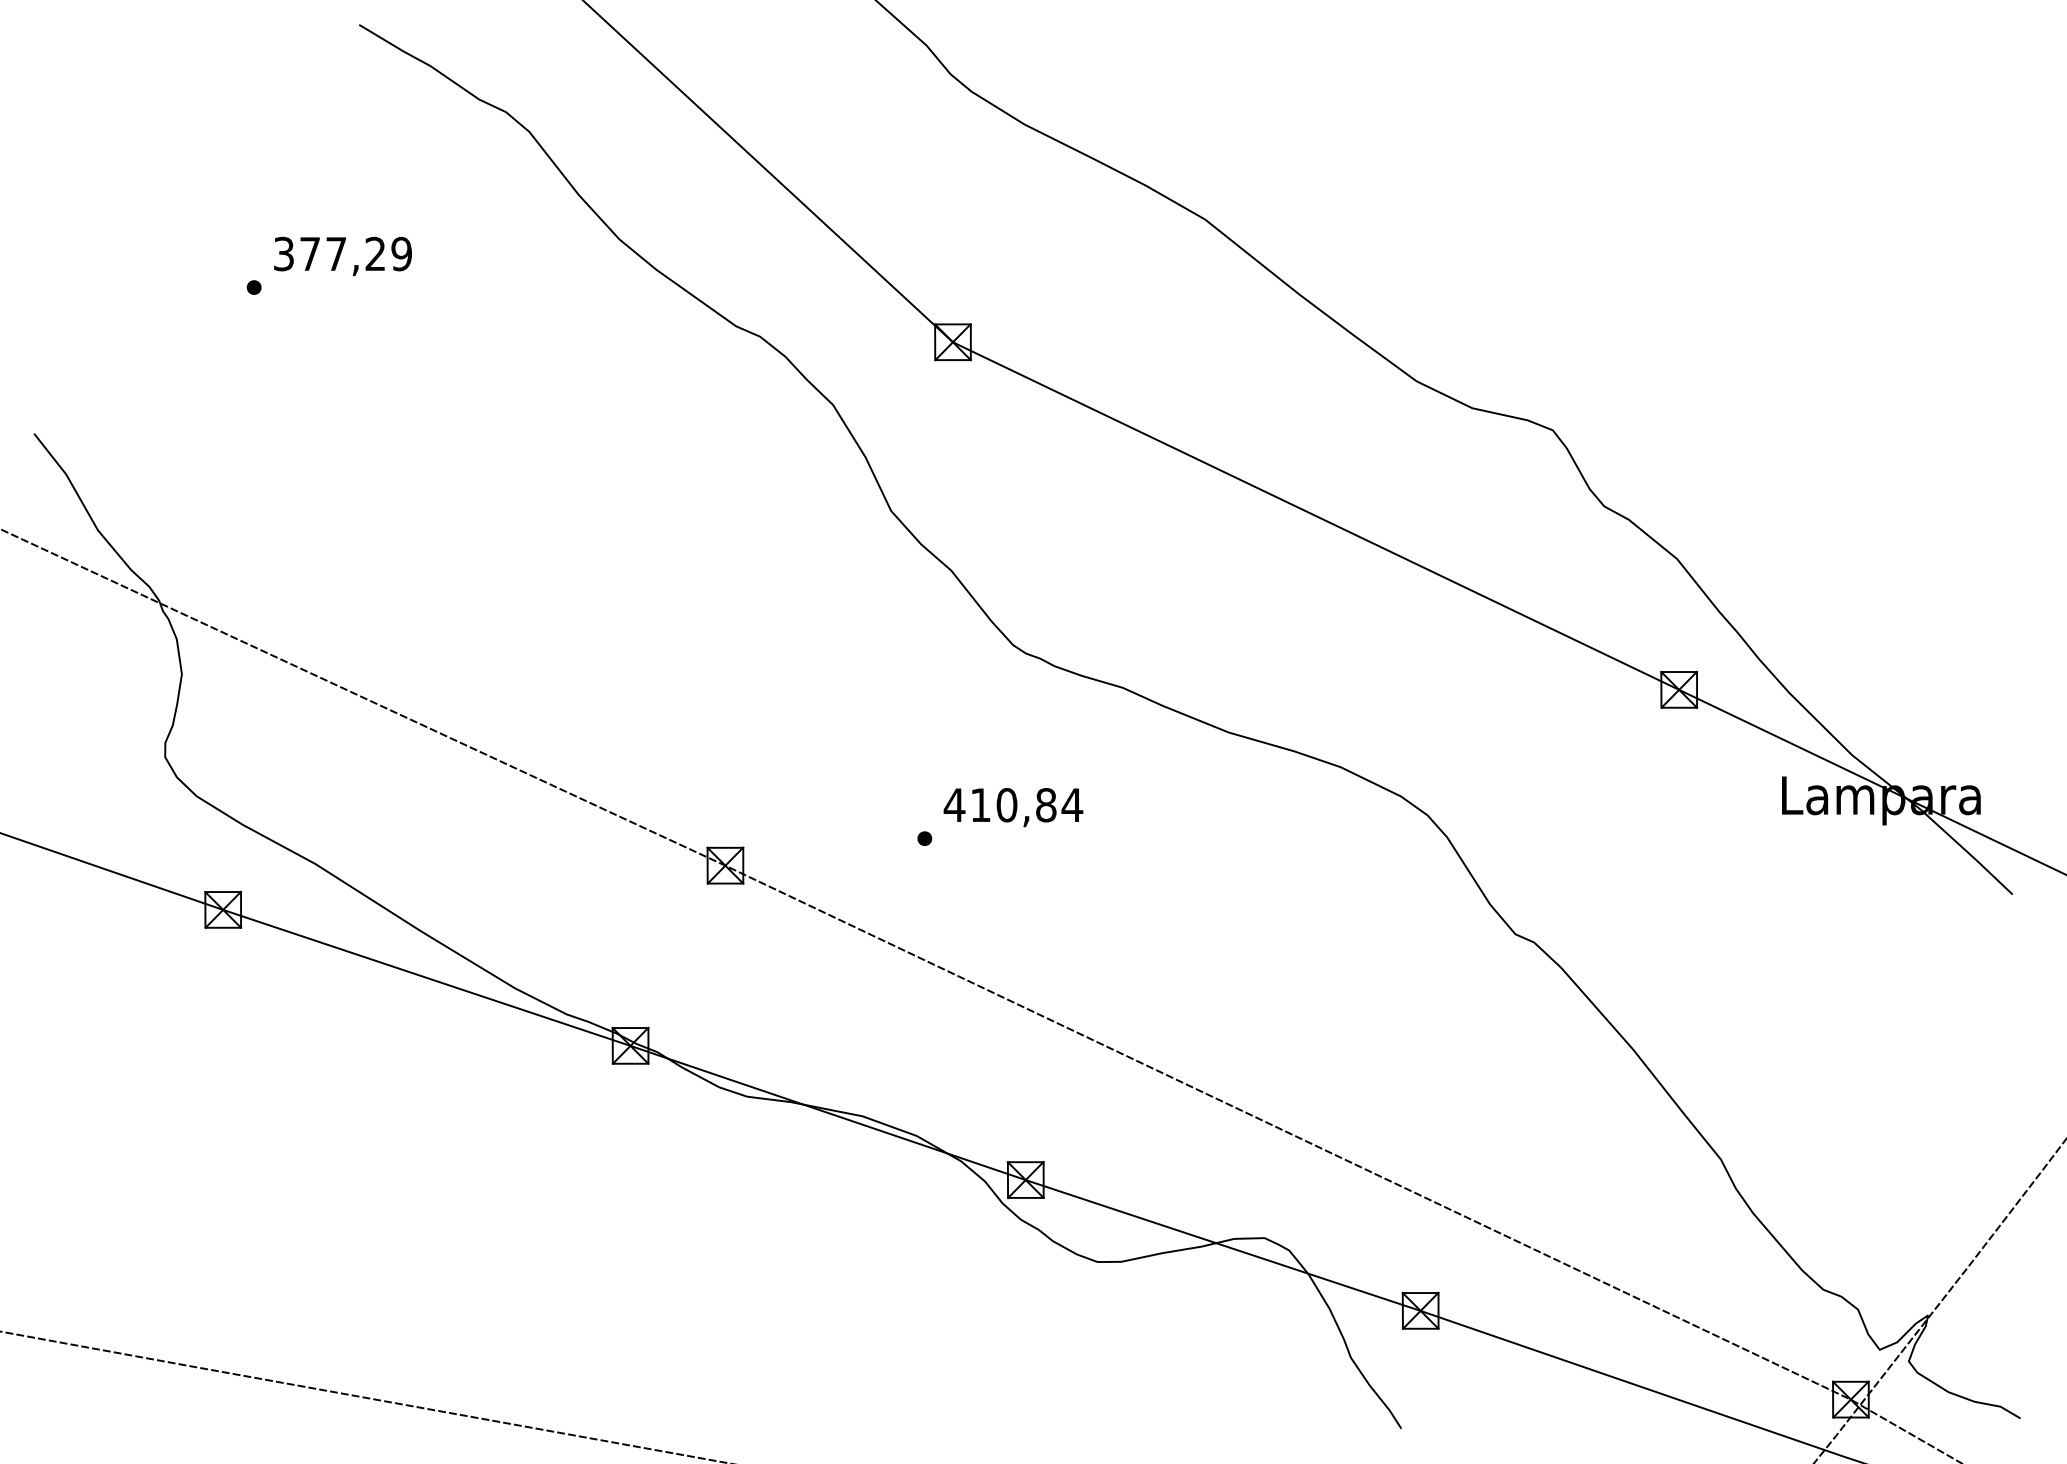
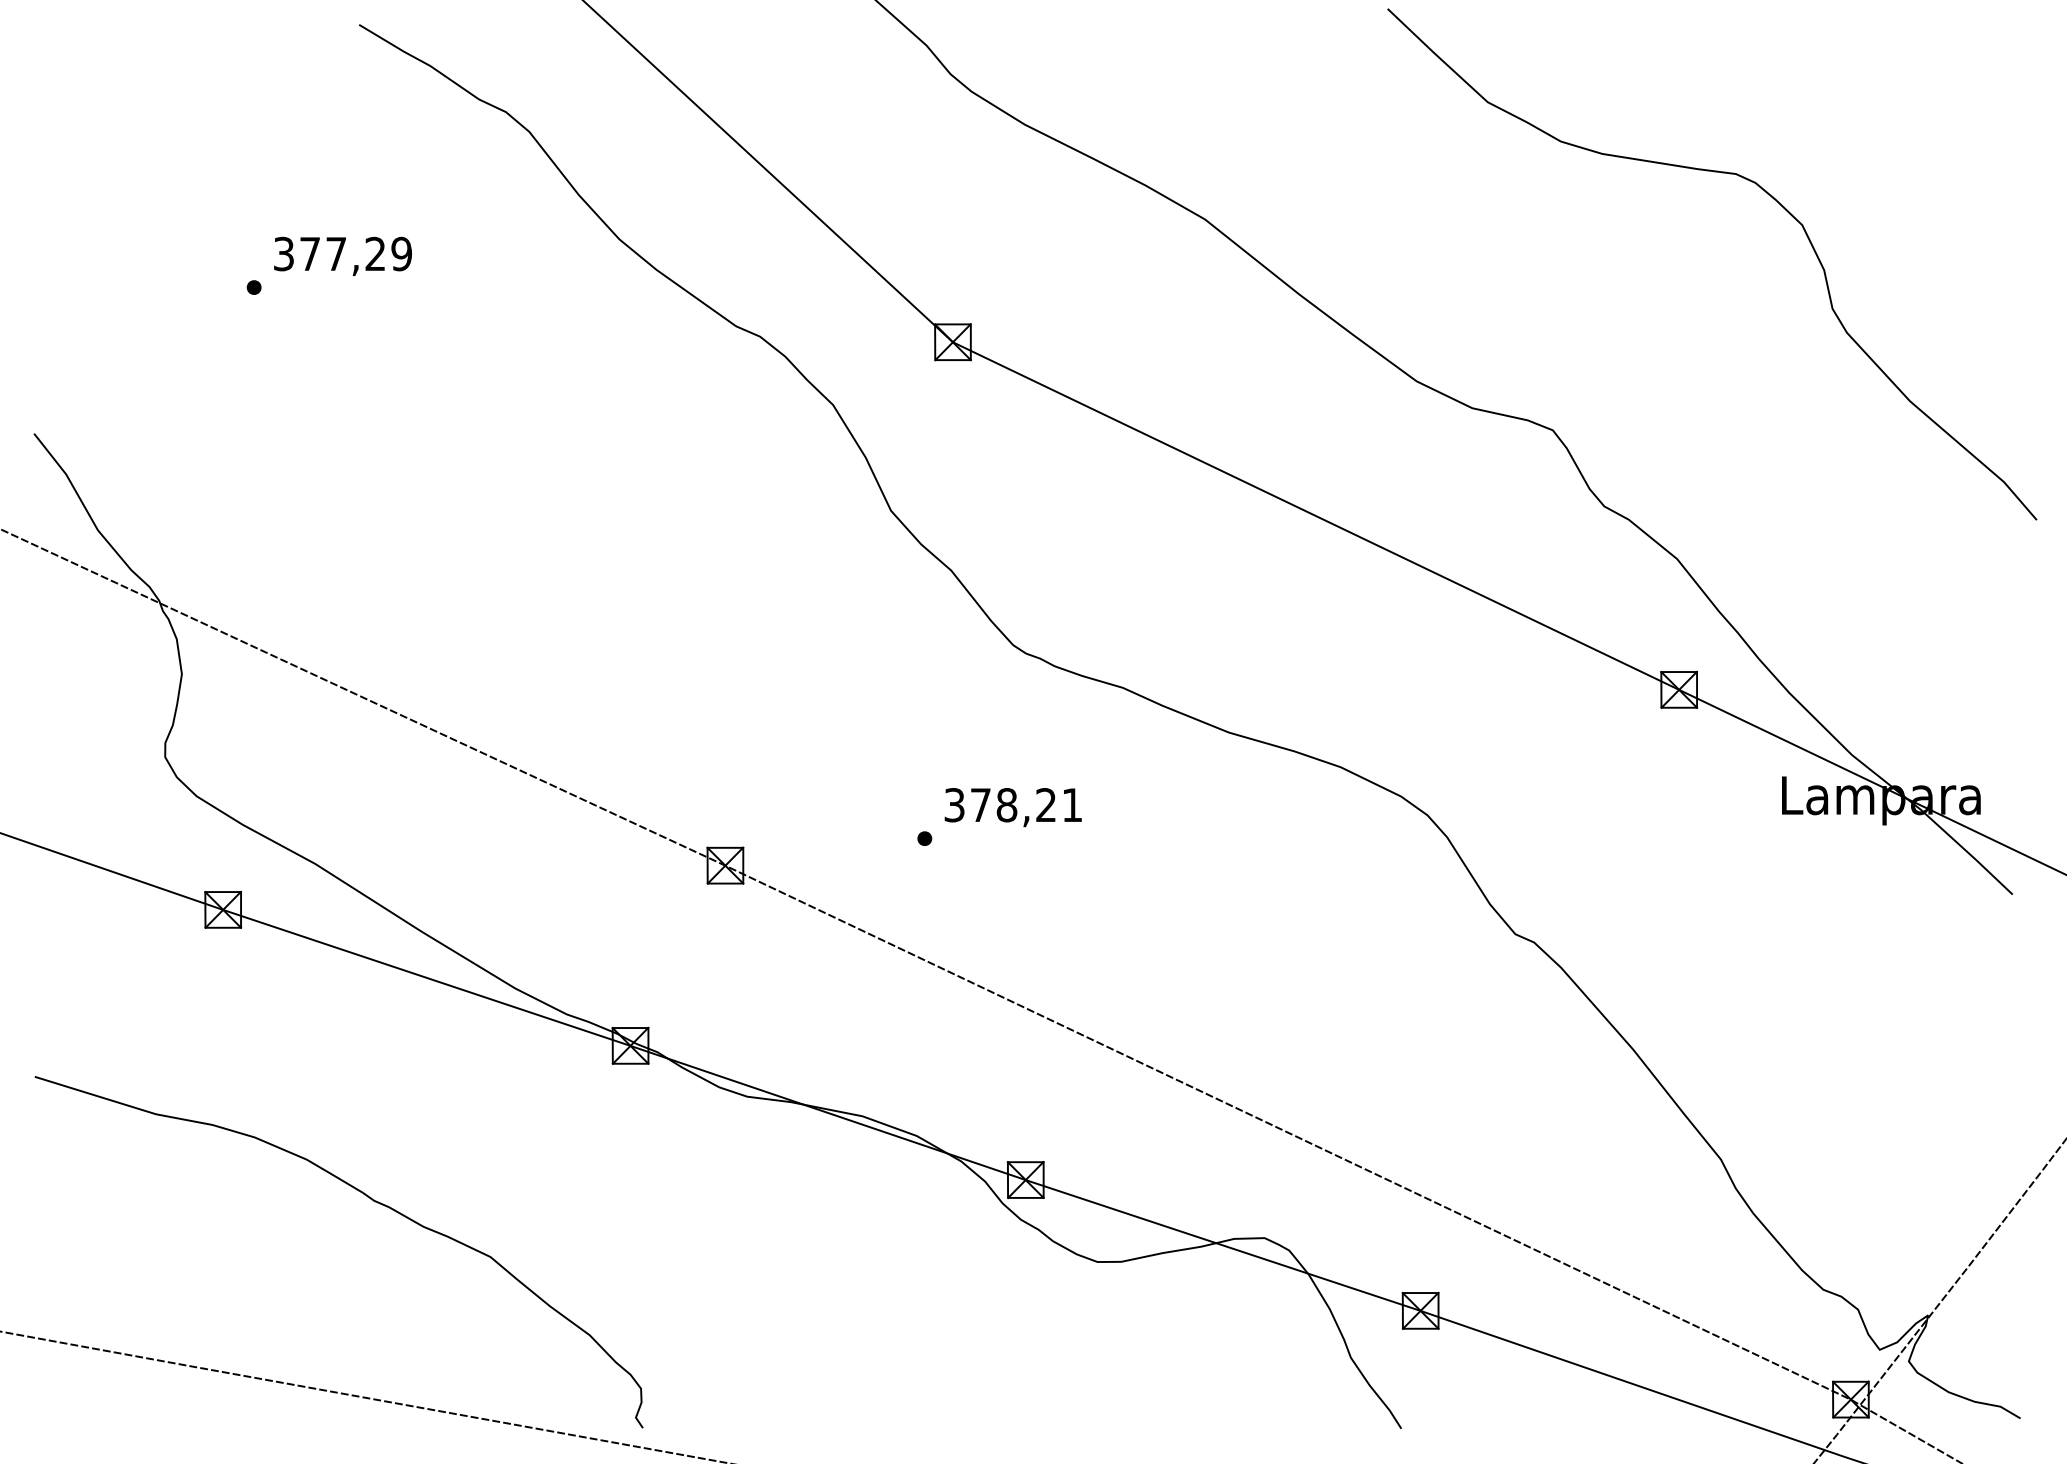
curve at (1768, 195): none -> present
text at (1013, 805): 410,84 -> 378,21
curve at (373, 1201): none -> present
